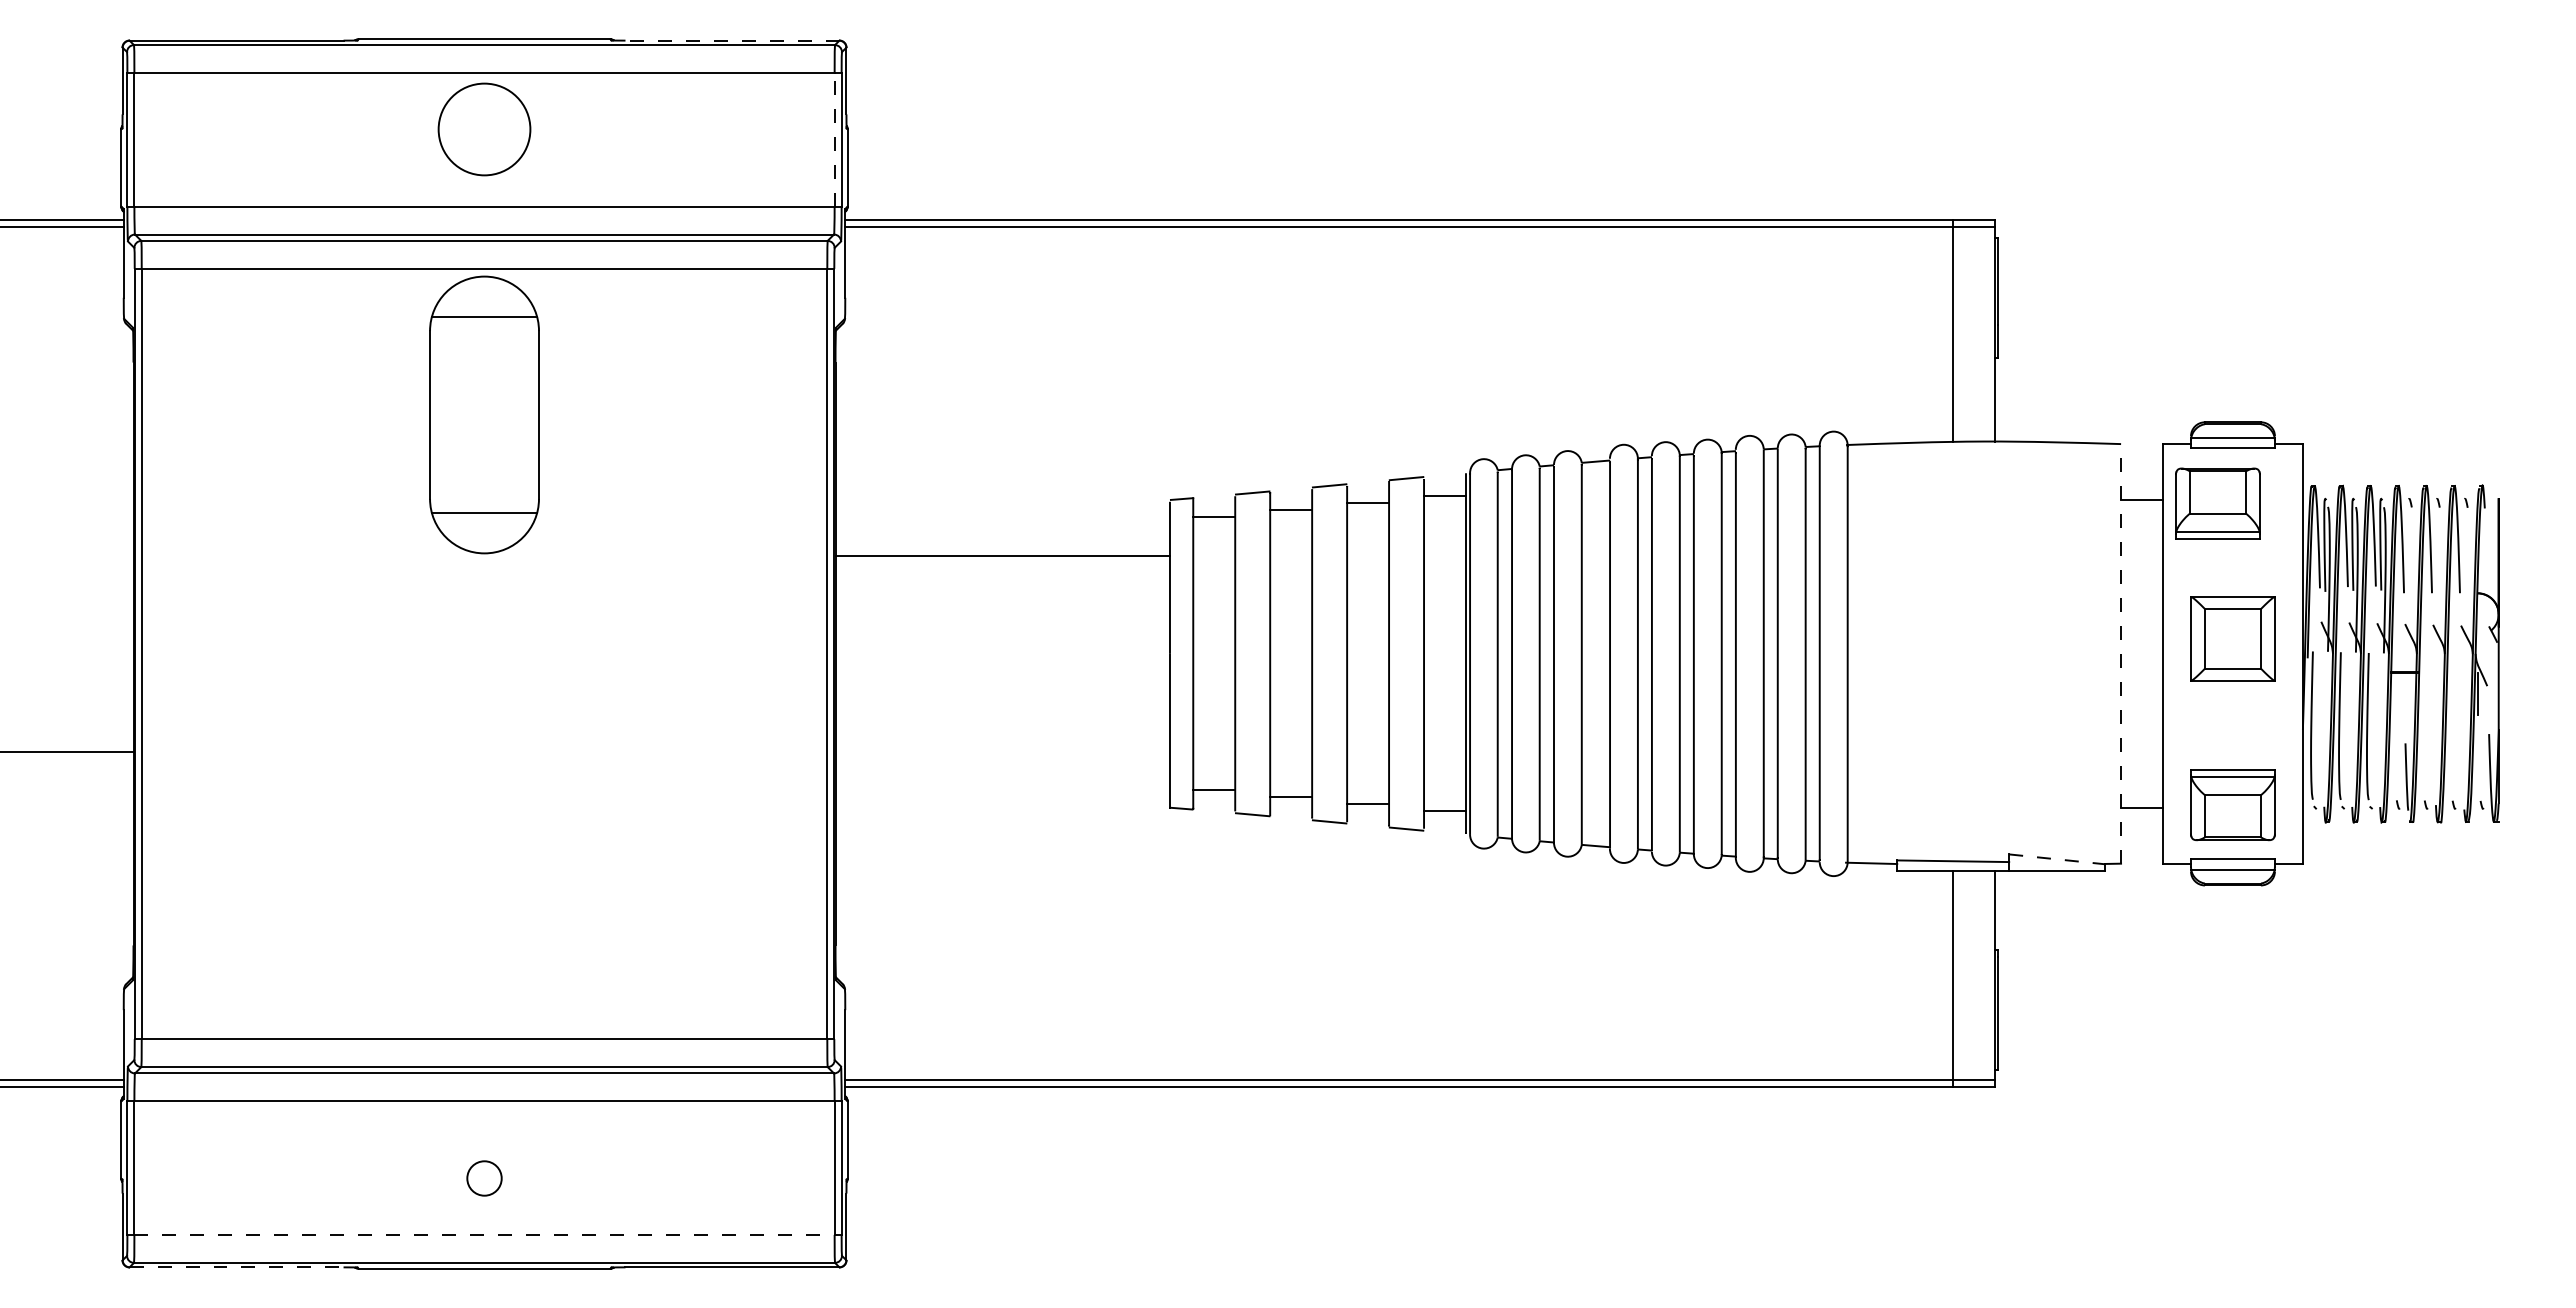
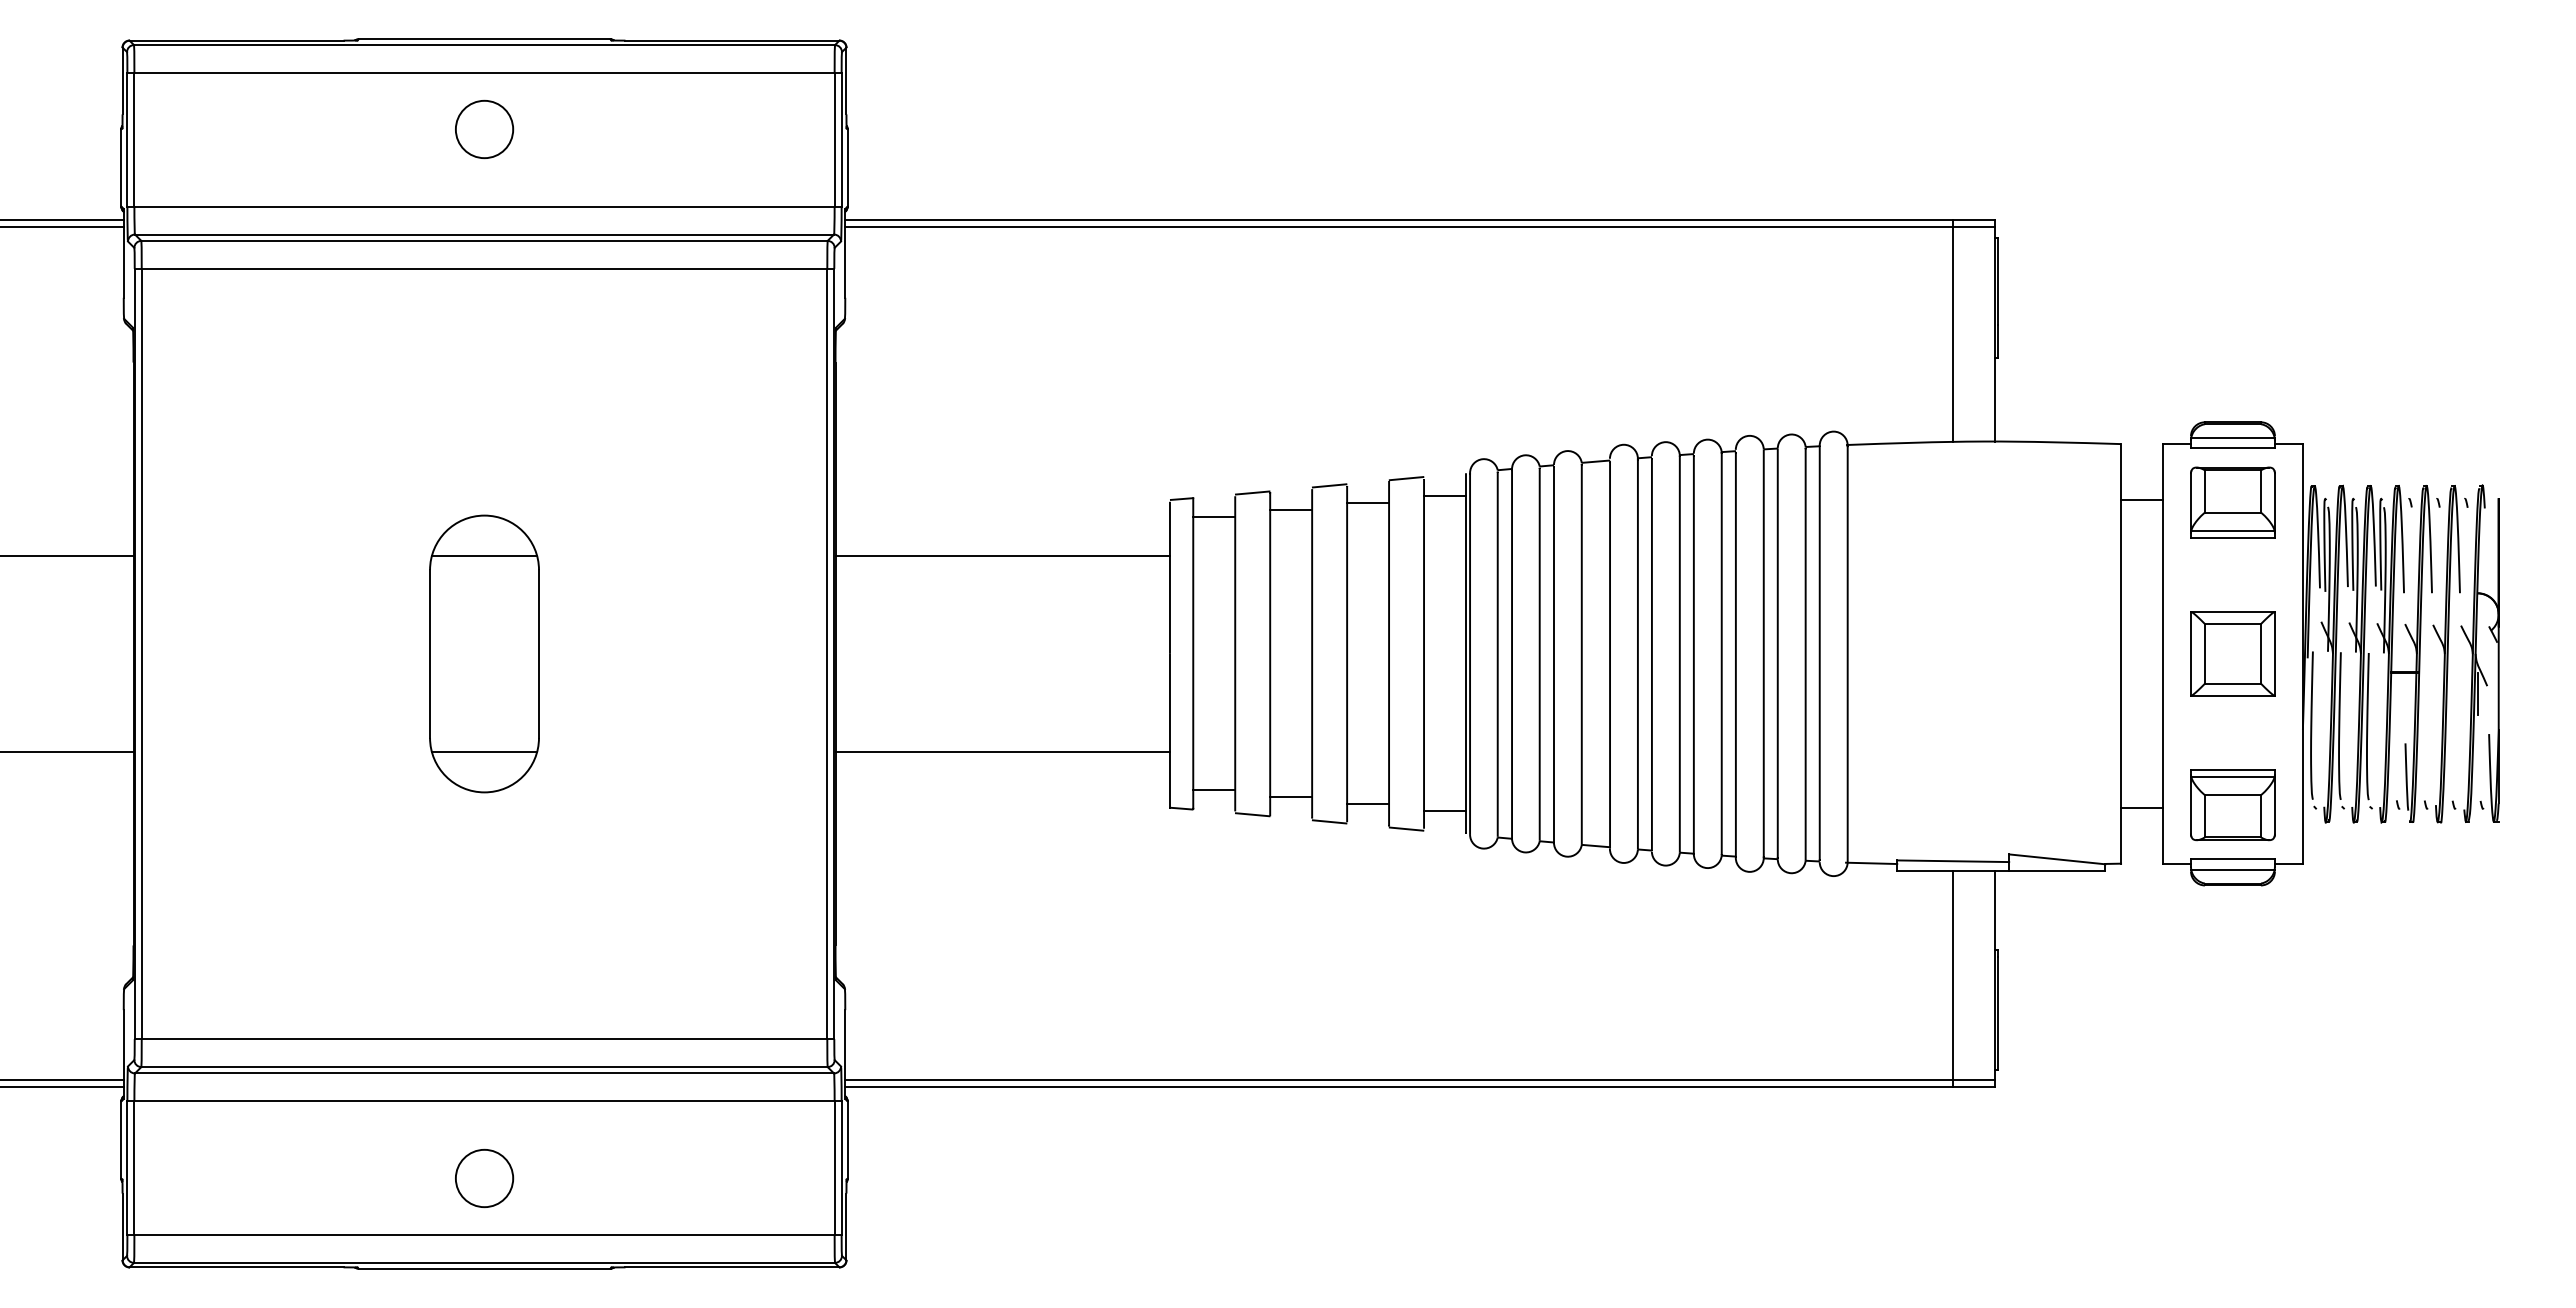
line at (732, 40): dashed -> solid
circle at (484, 129) diameter: 92 px -> 57 px
line at (834, 139): dashed -> solid
part at (484, 414) position: (484, 414) -> (484, 653)
part at (2217, 503) position: (2217, 503) -> (2232, 502)
line at (67, 555): none -> present
part at (2232, 638) position: (2232, 638) -> (2232, 653)
line at (2121, 653): dashed -> solid
line at (1002, 751): none -> present
line at (2057, 859): dashed -> solid
circle at (484, 1178) diameter: 34 px -> 57 px
line at (485, 1234): dashed -> solid
line at (236, 1267): dashed -> solid
